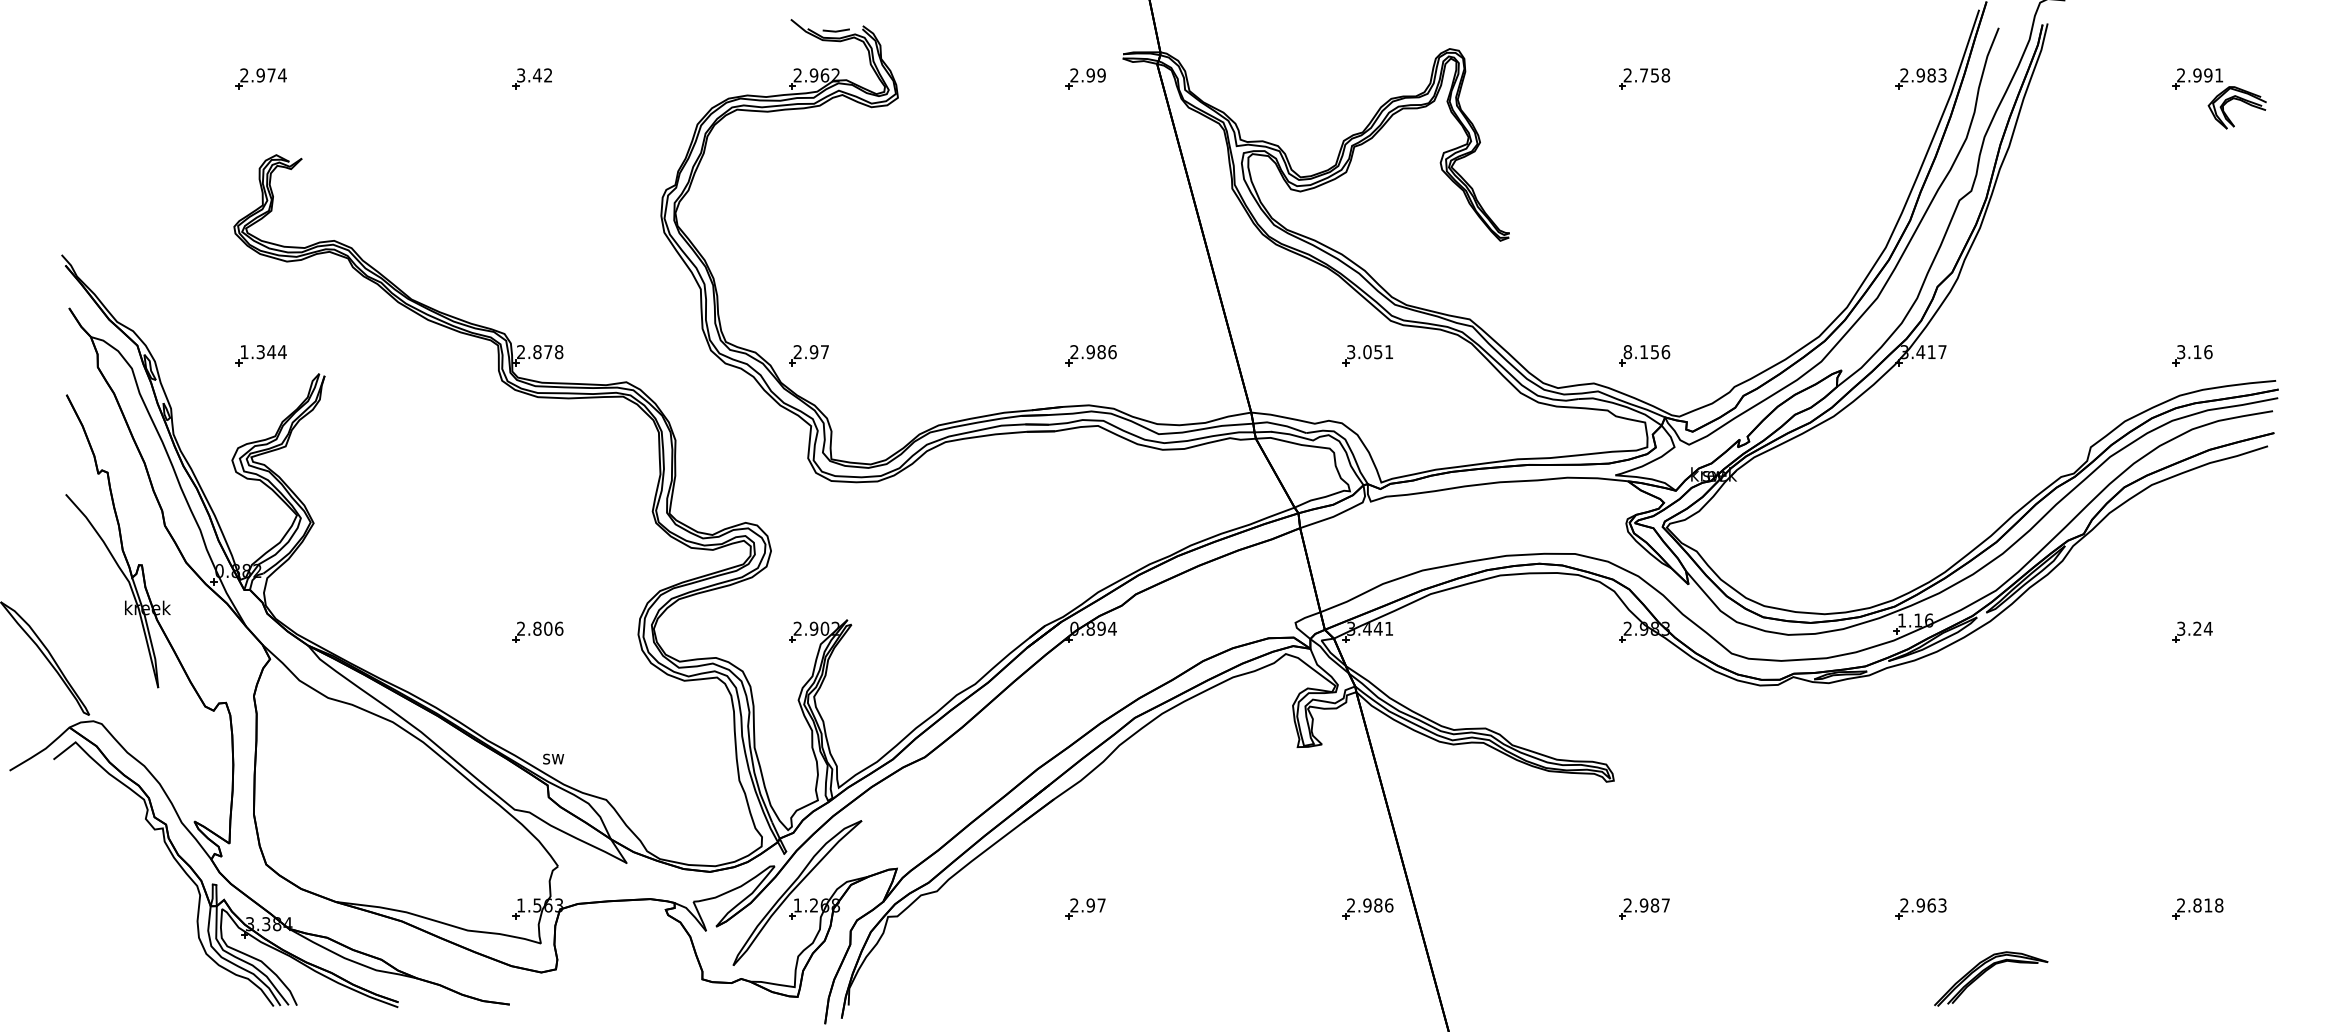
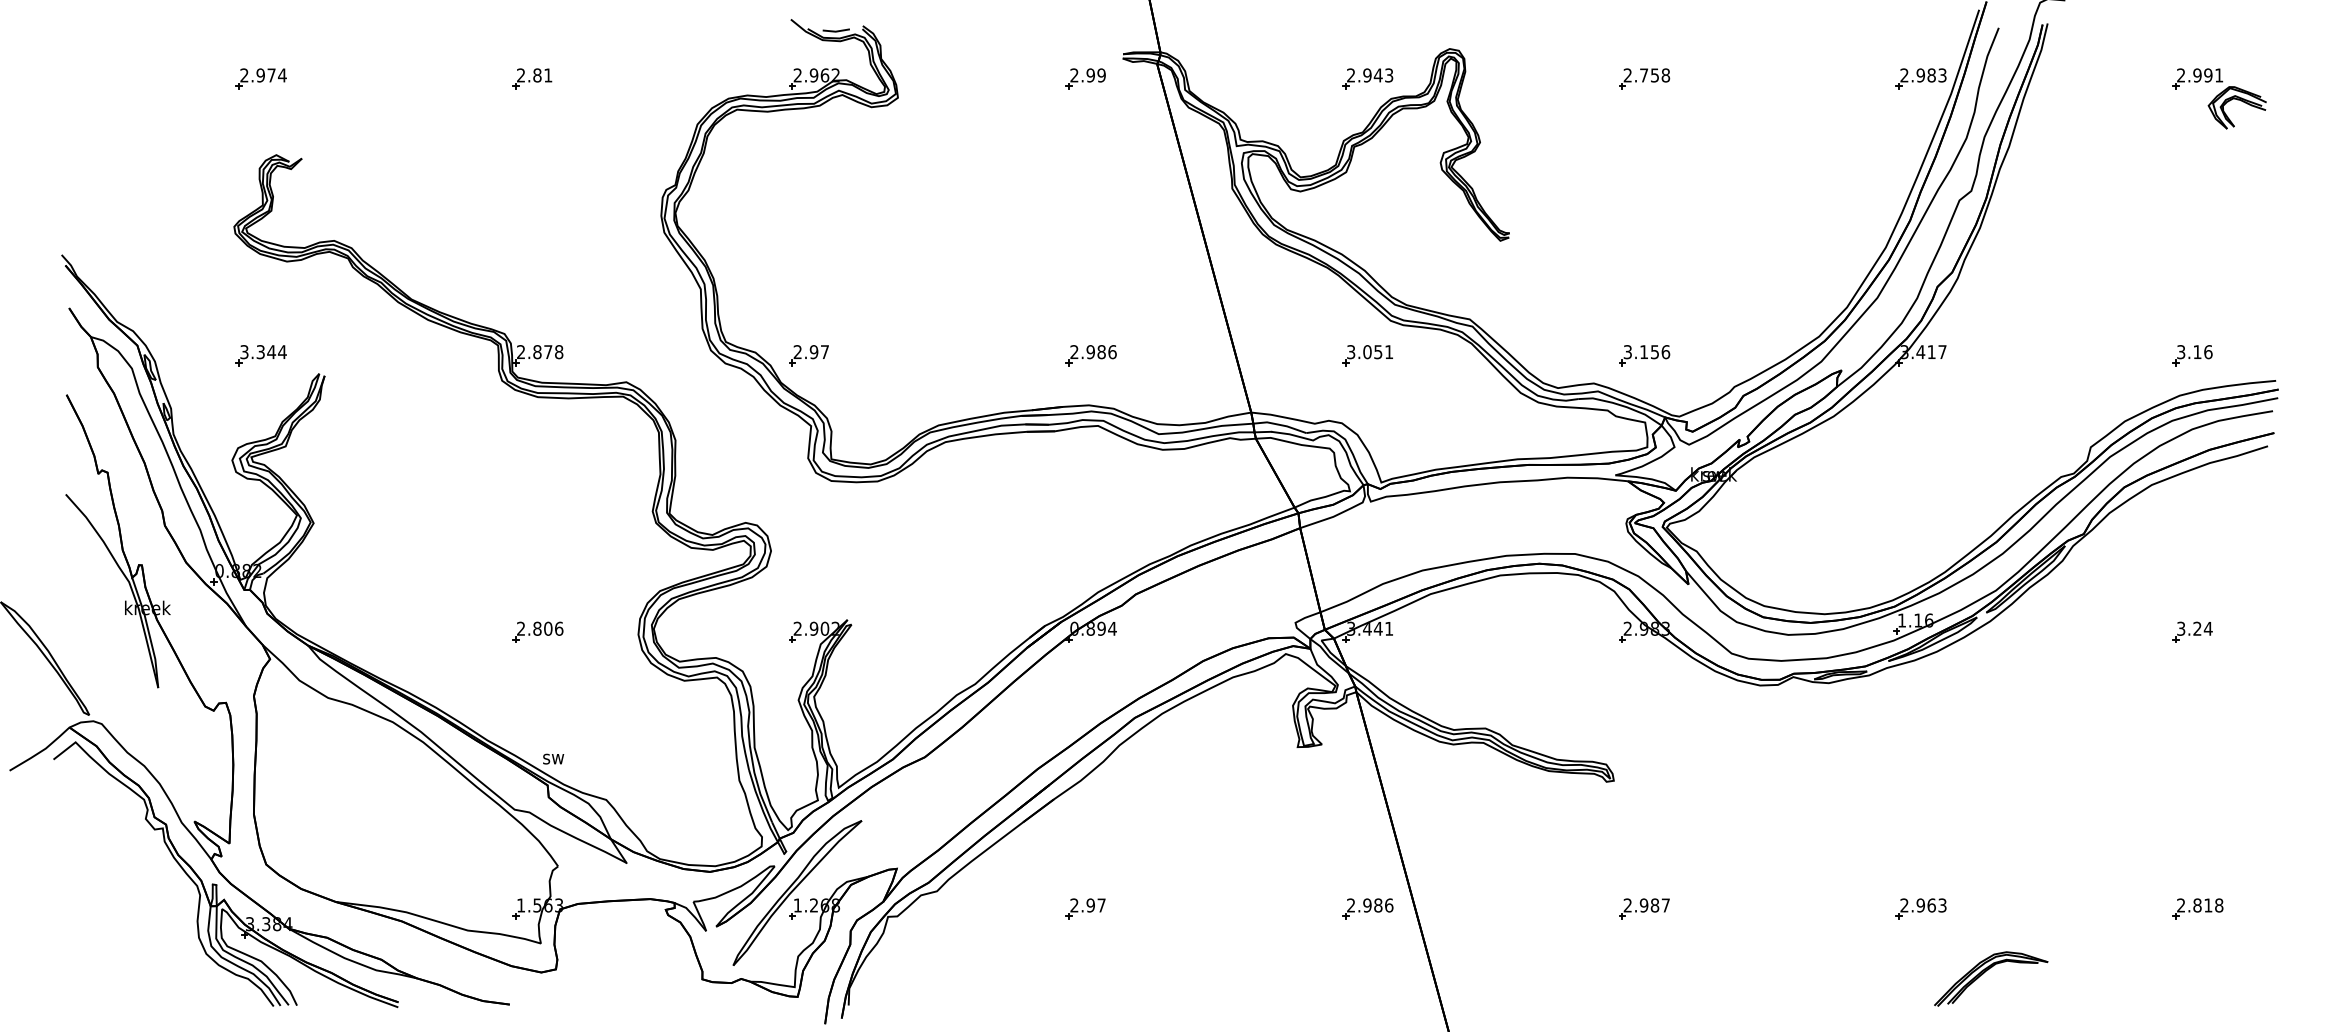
text at (534, 75): 3.42 -> 2.81
part at (1367, 78): none -> present
text at (244, 352): 1.344 -> 3.344
text at (1627, 352): 8.156 -> 3.156
